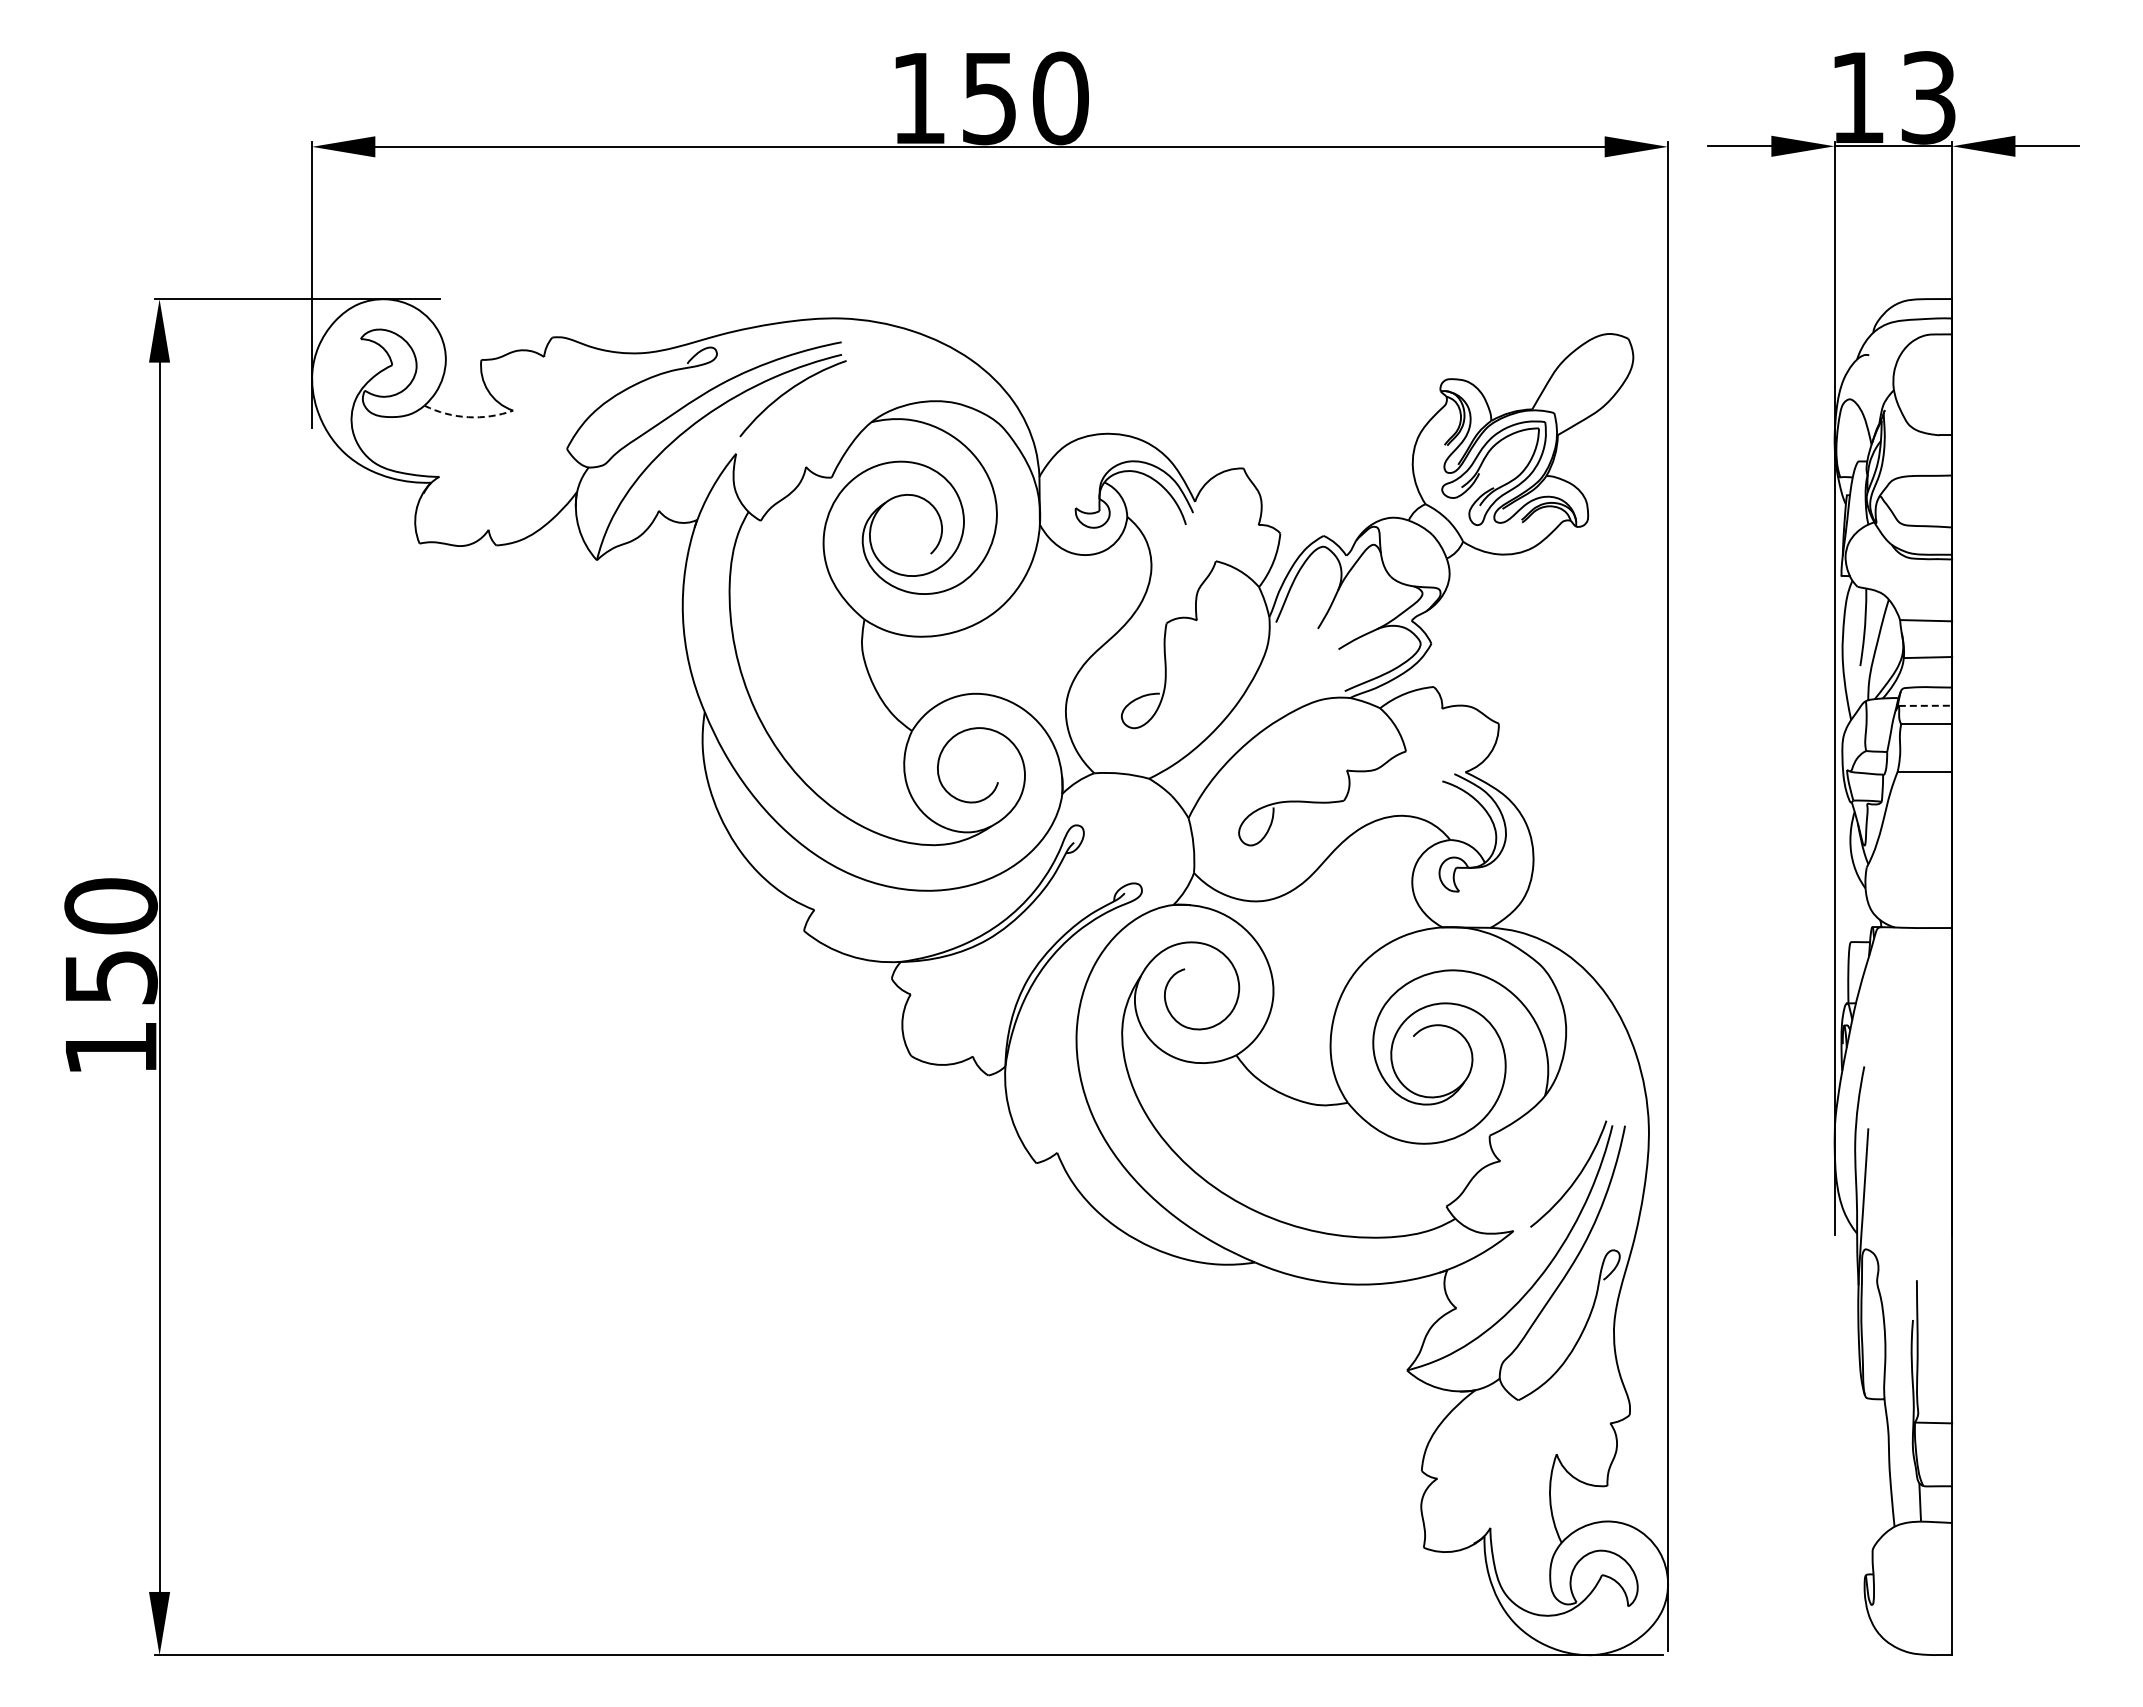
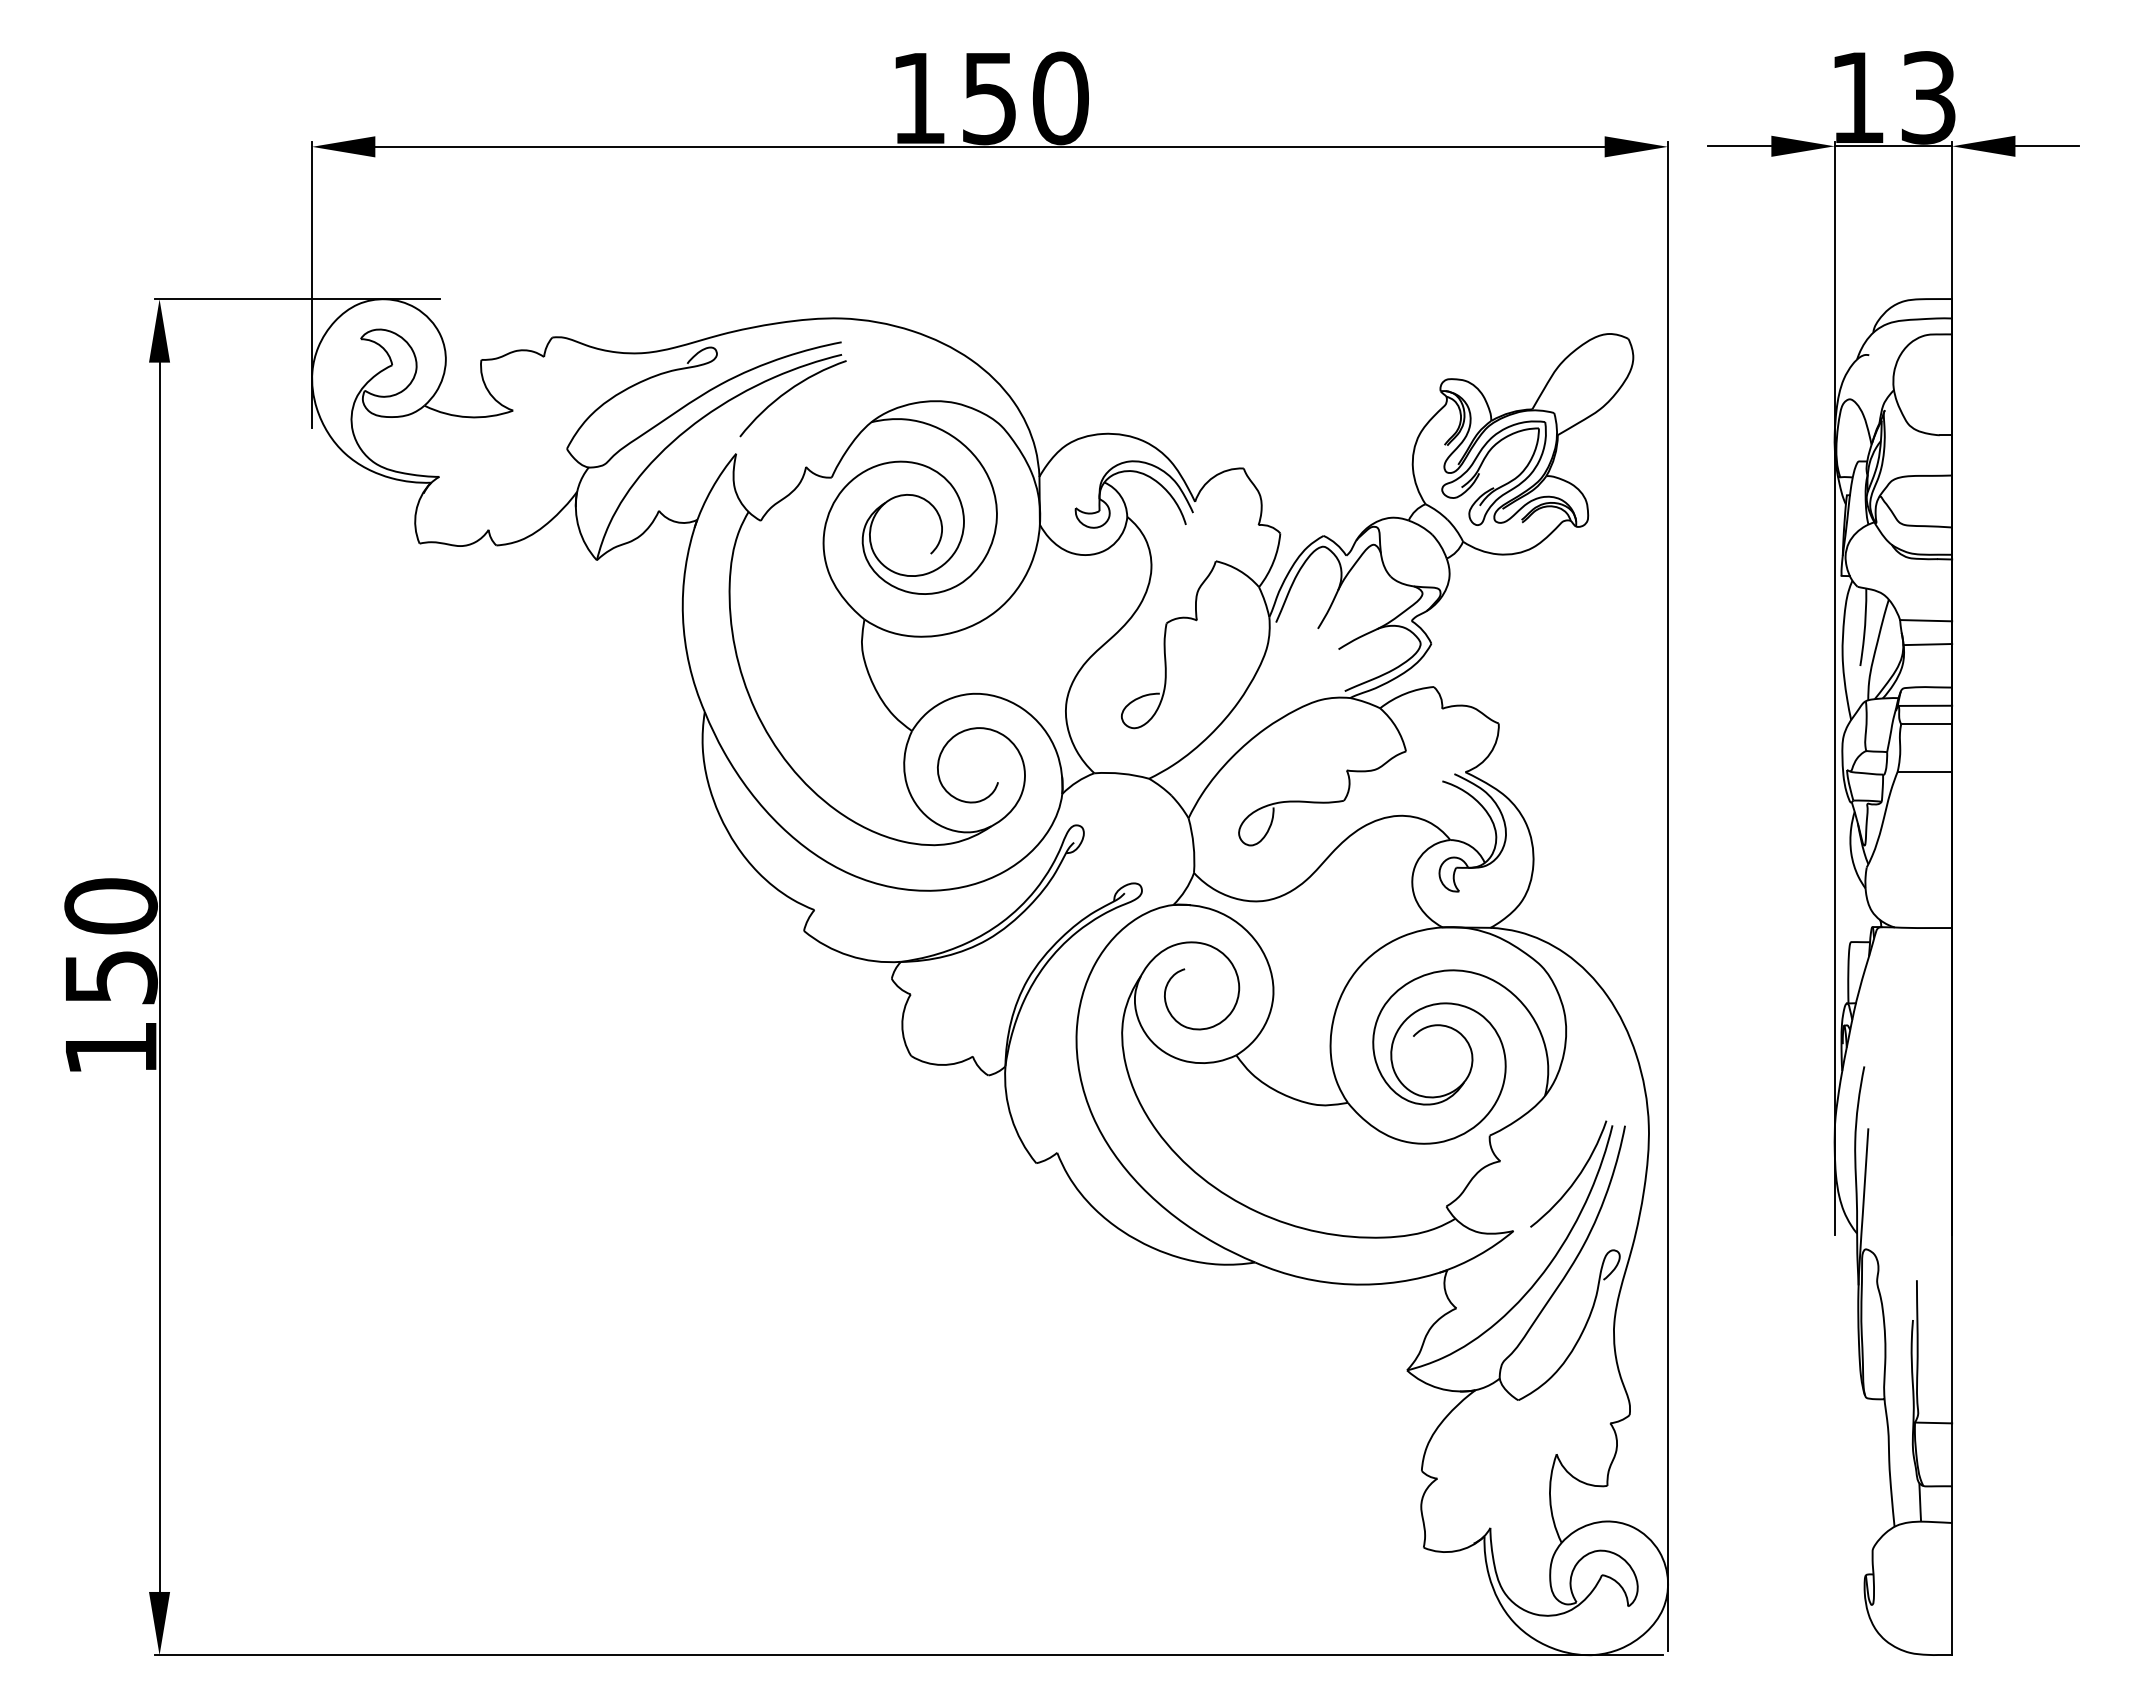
arc at (468, 417): dashed -> solid
line at (1927, 657) position: (1927, 657) -> (1927, 644)
line at (1925, 705): dashed -> solid
